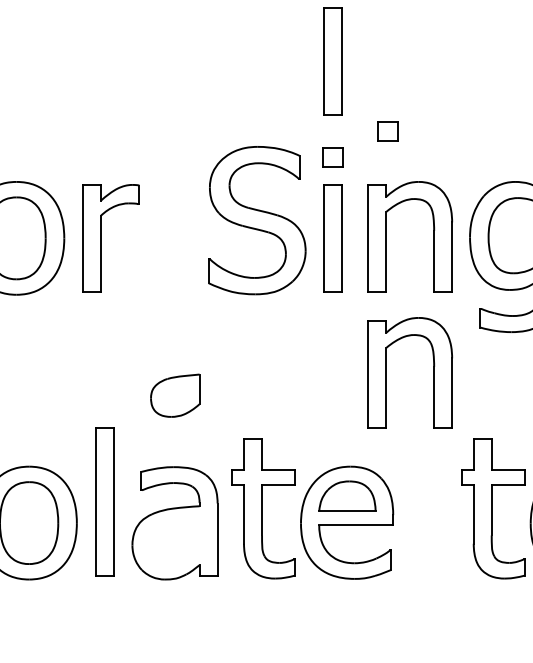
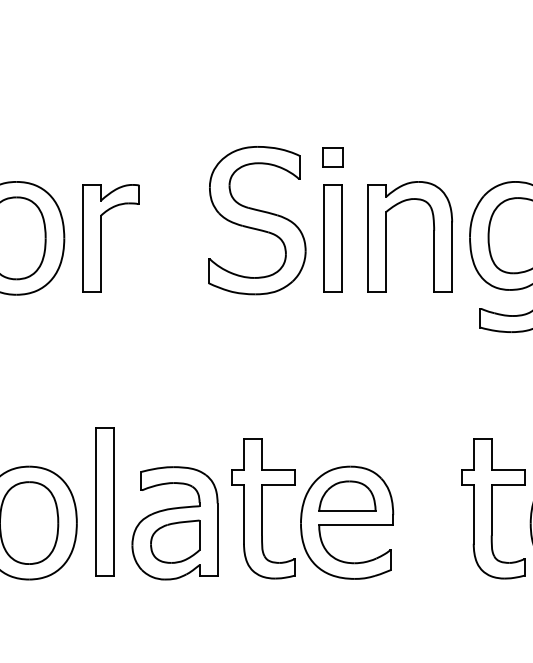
part at (332, 61): present -> none
part at (387, 131): present -> none
part at (386, 372): present -> none
part at (175, 395) position: (175, 395) -> (175, 541)
